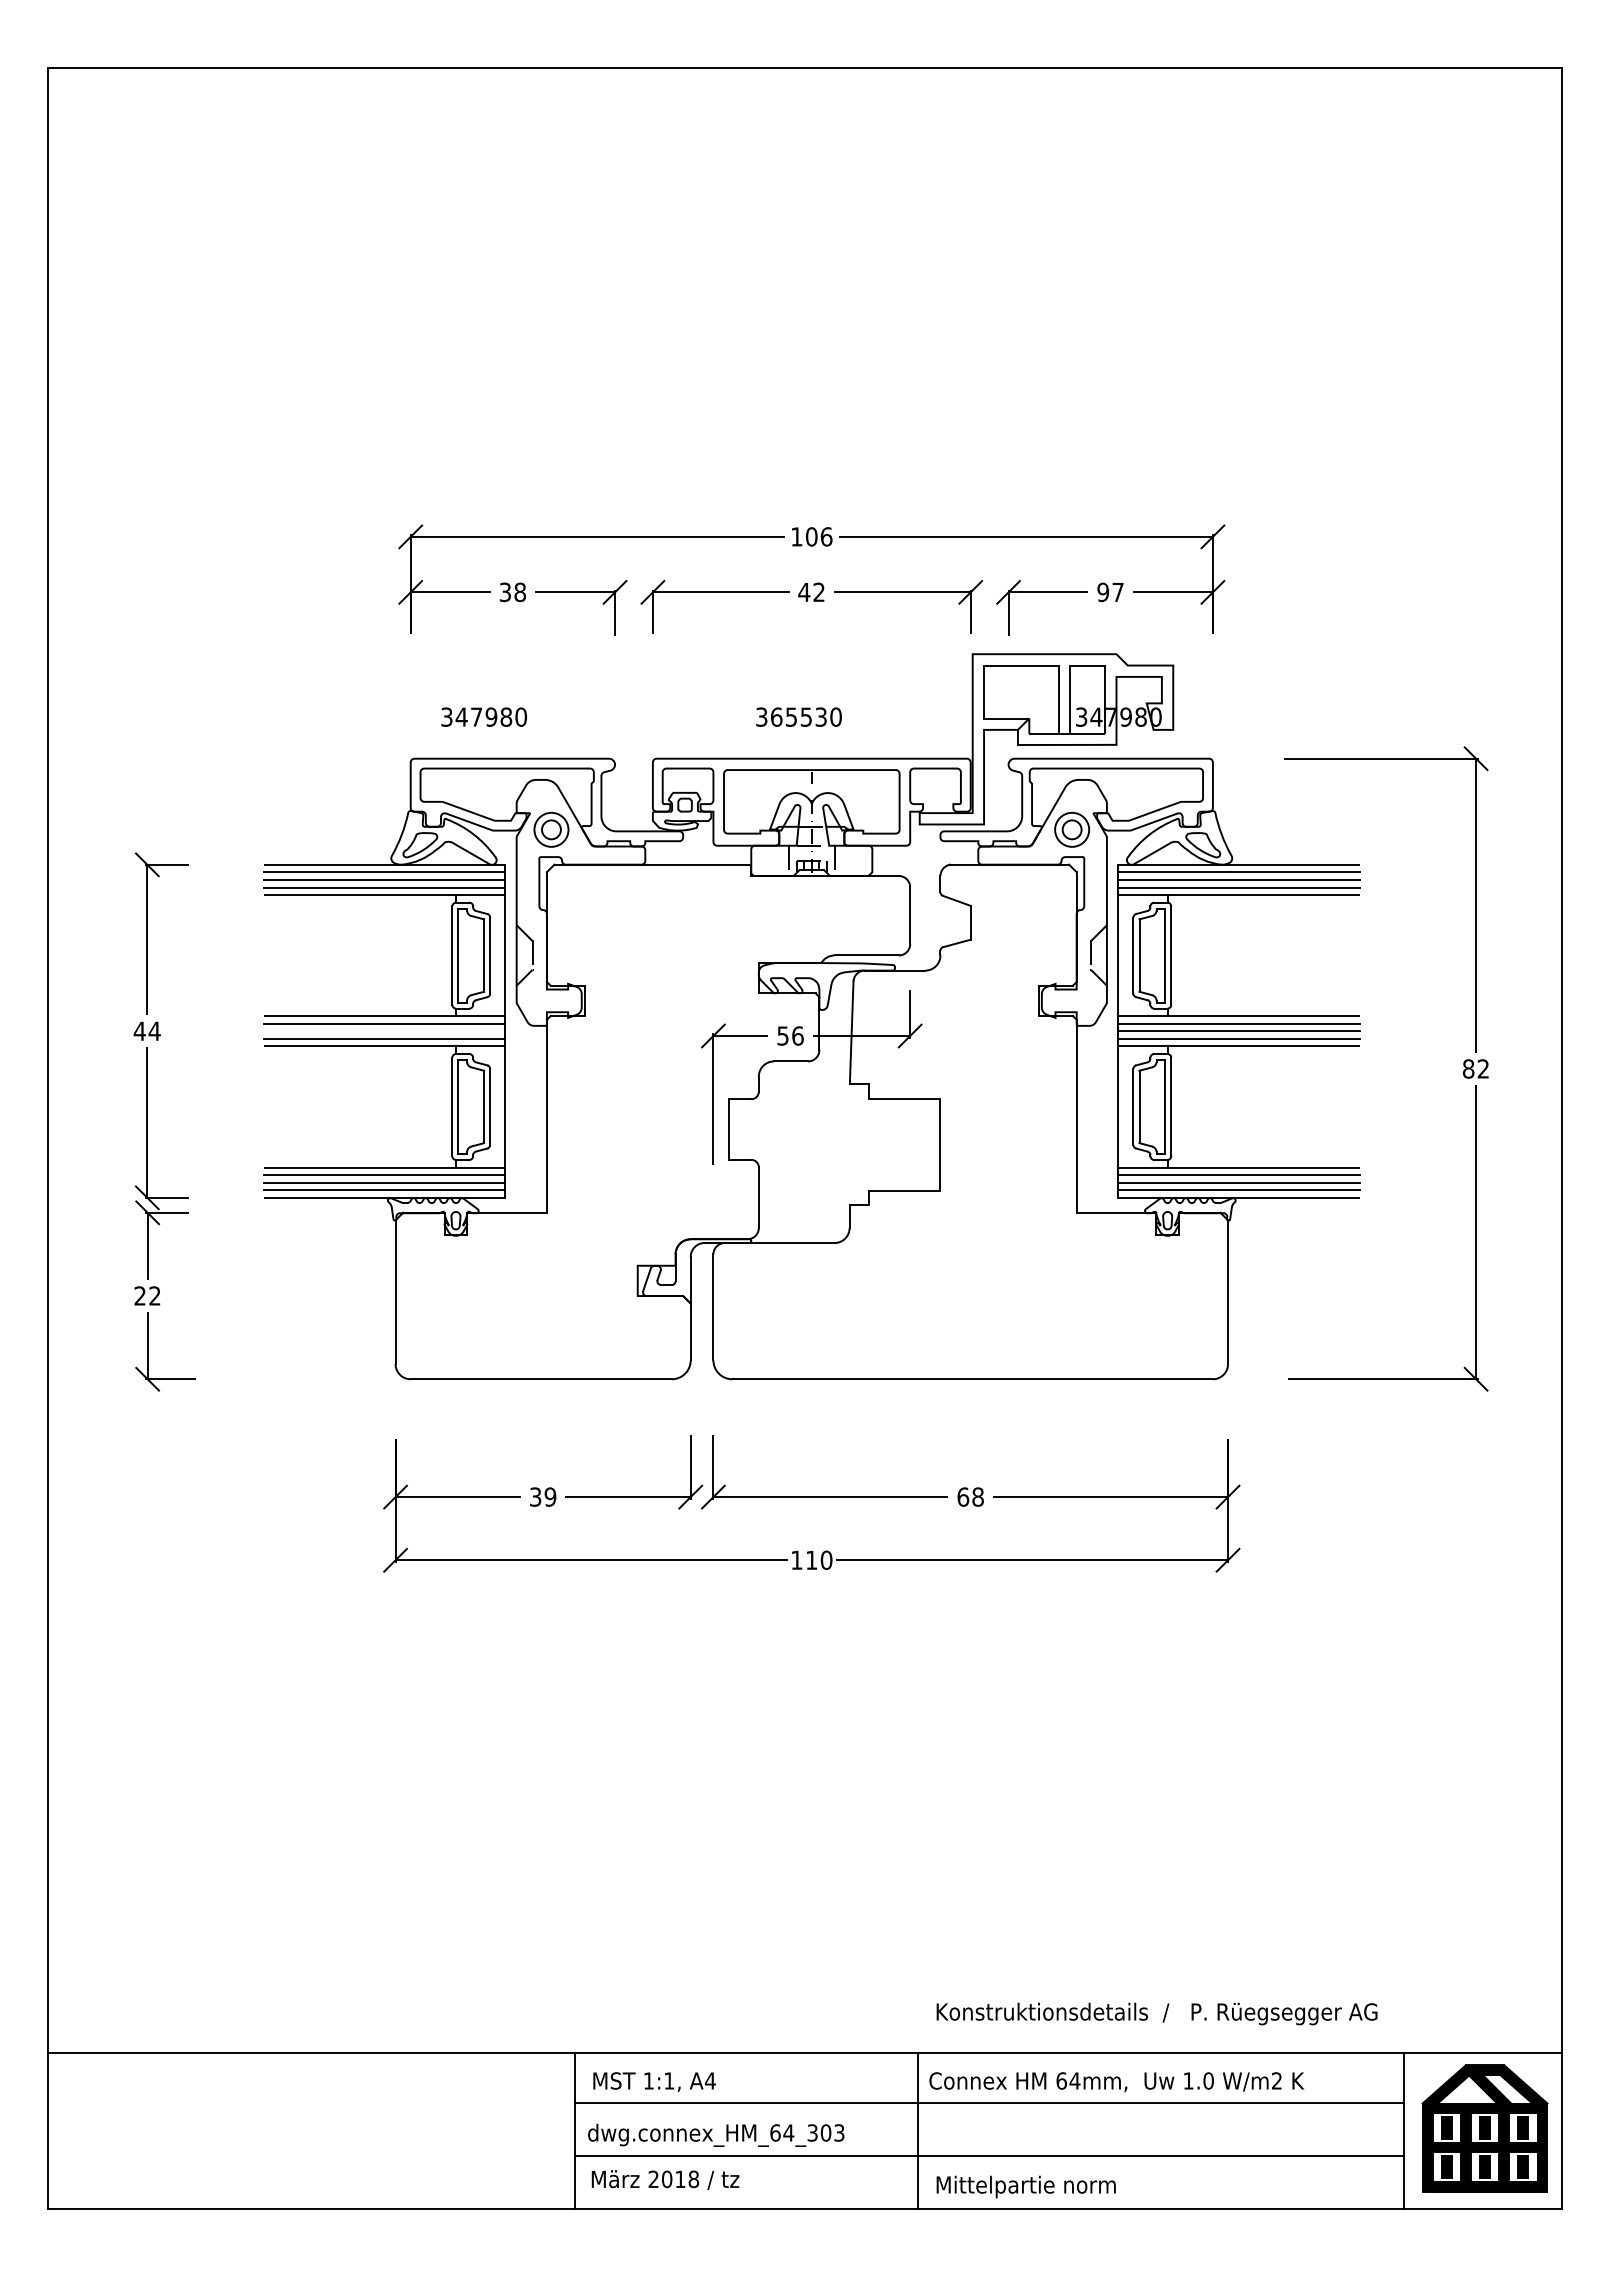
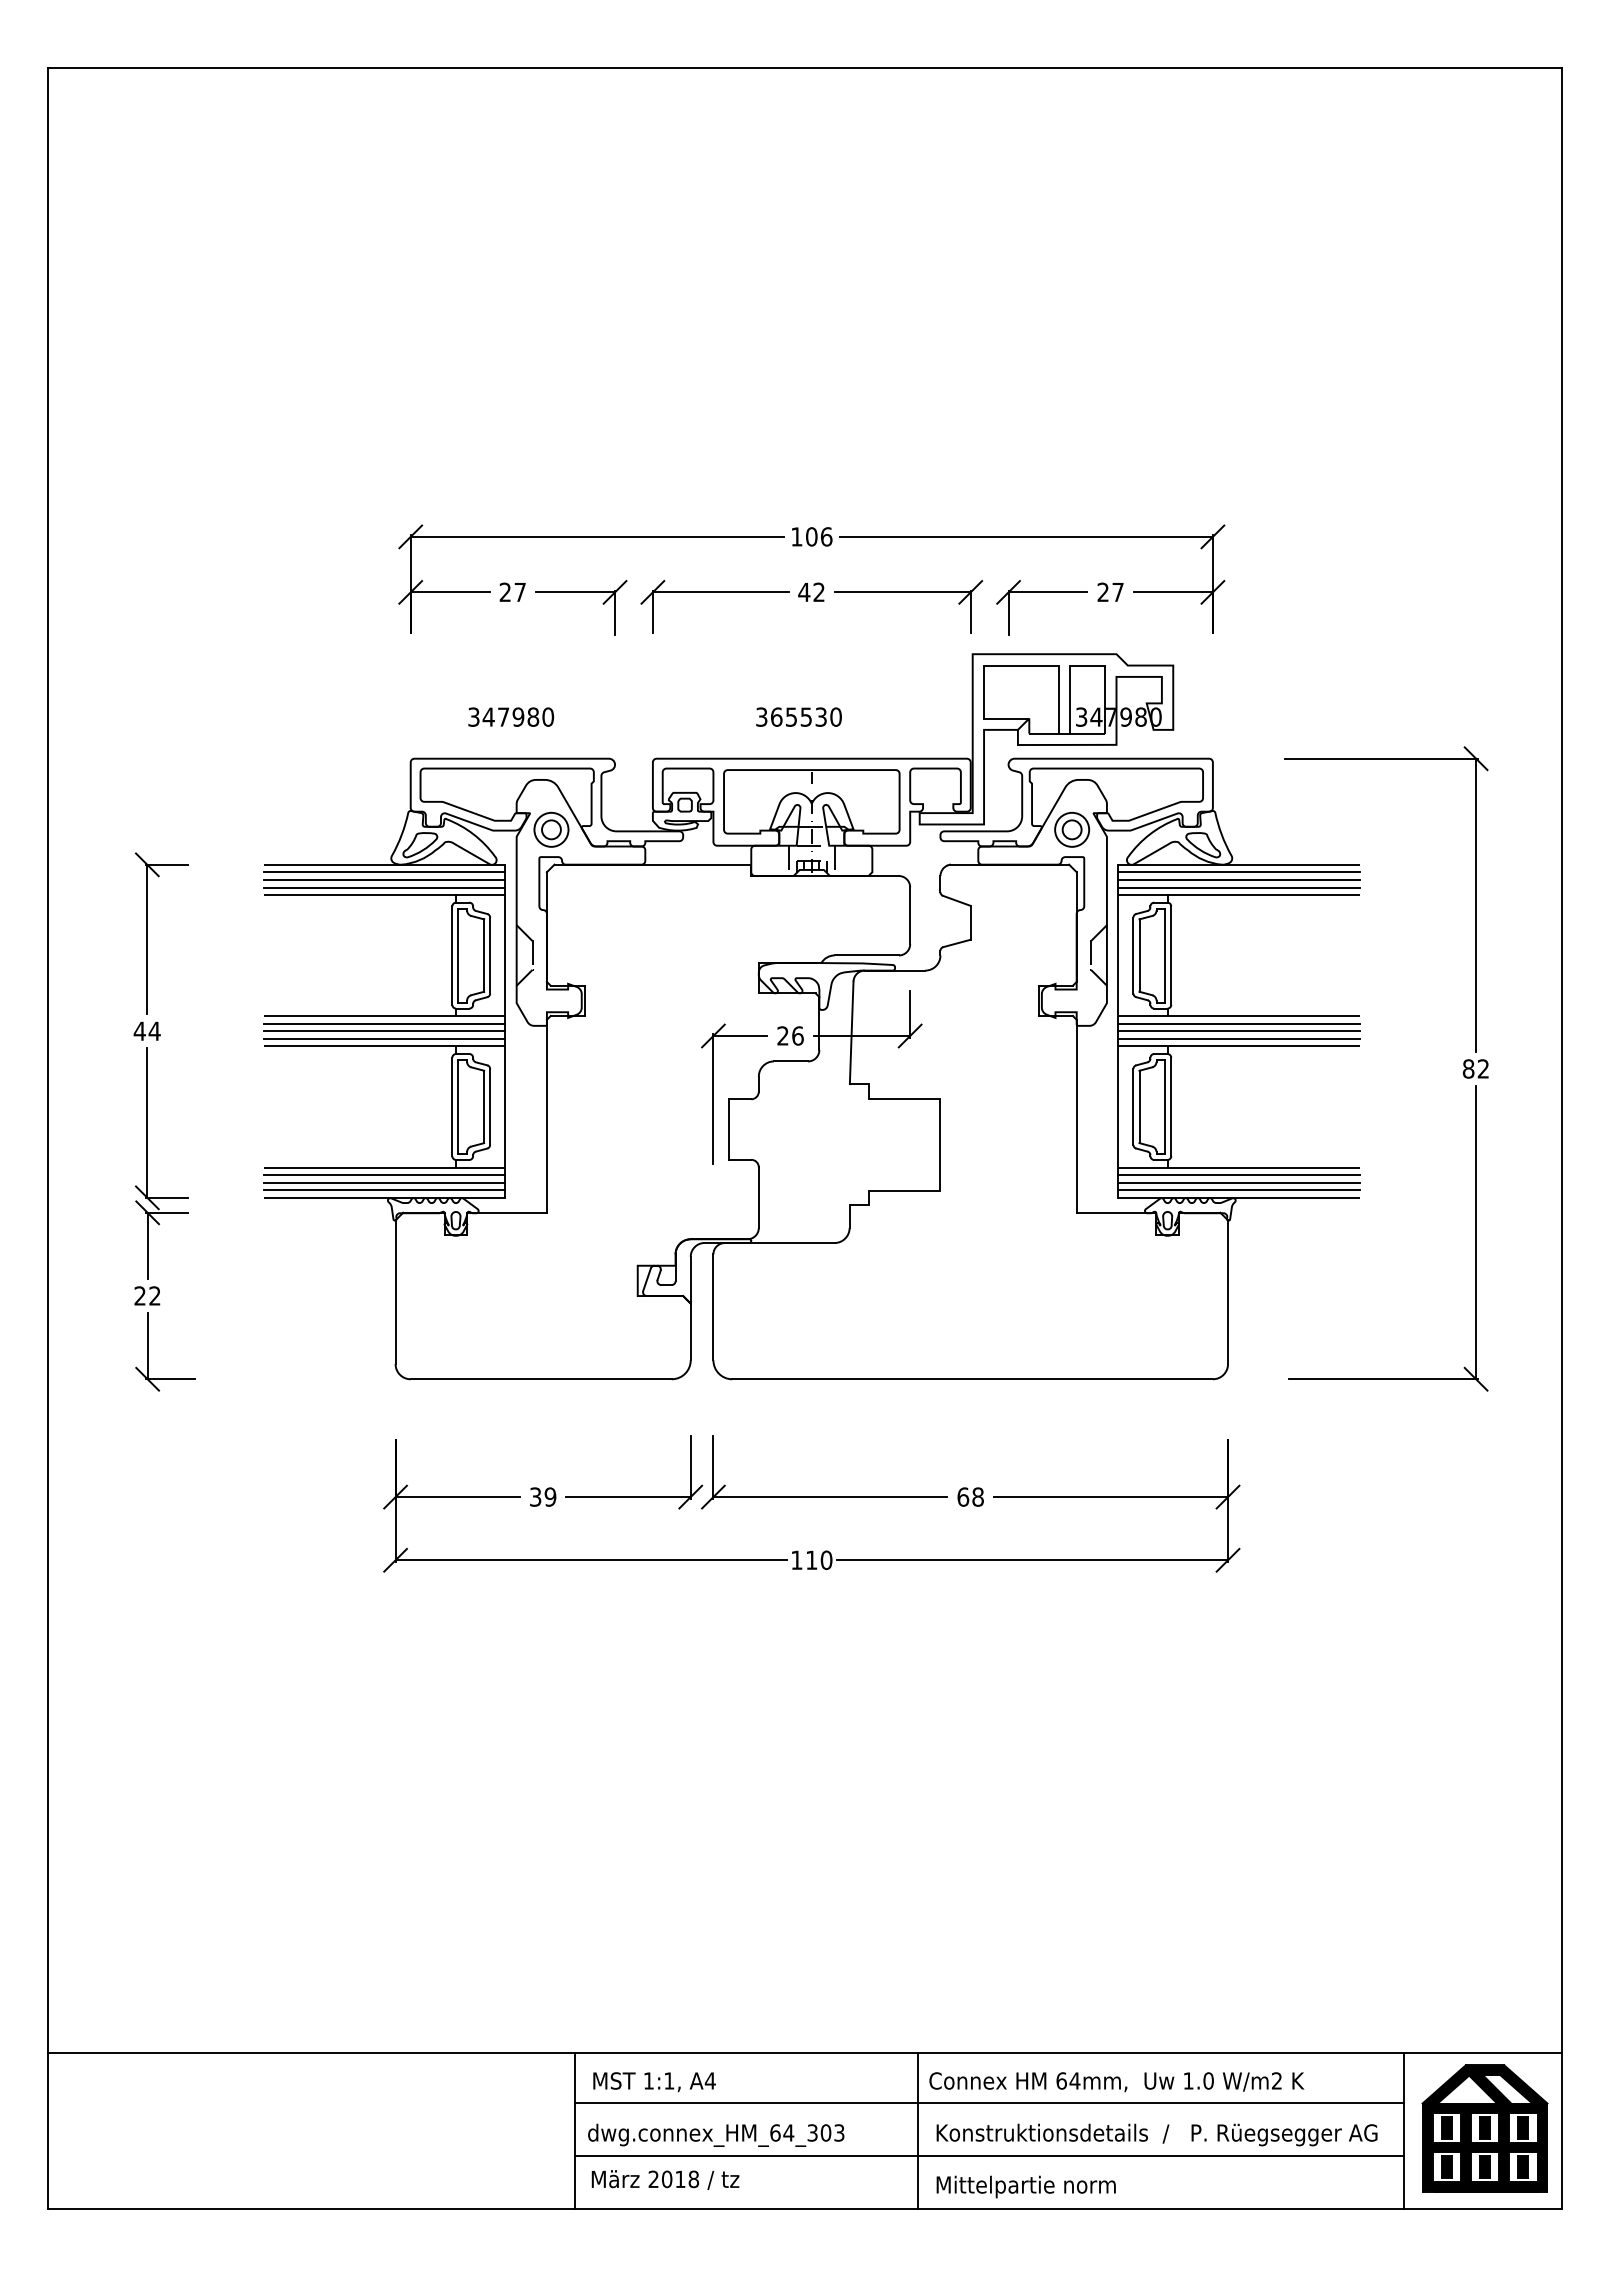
text at (512, 592): 38 -> 27
text at (1103, 592): 97 -> 27
text at (484, 716) position: (484, 716) -> (511, 716)
line at (384, 1031): none -> present
text at (782, 1035): 56 -> 26
text at (1156, 2013) position: (1156, 2013) -> (1156, 2134)
